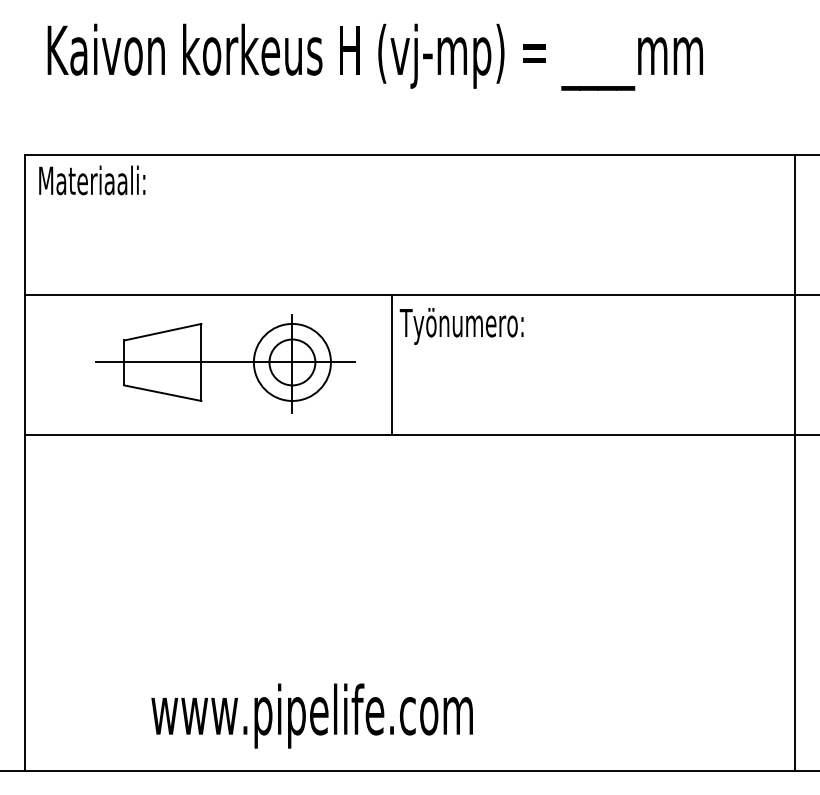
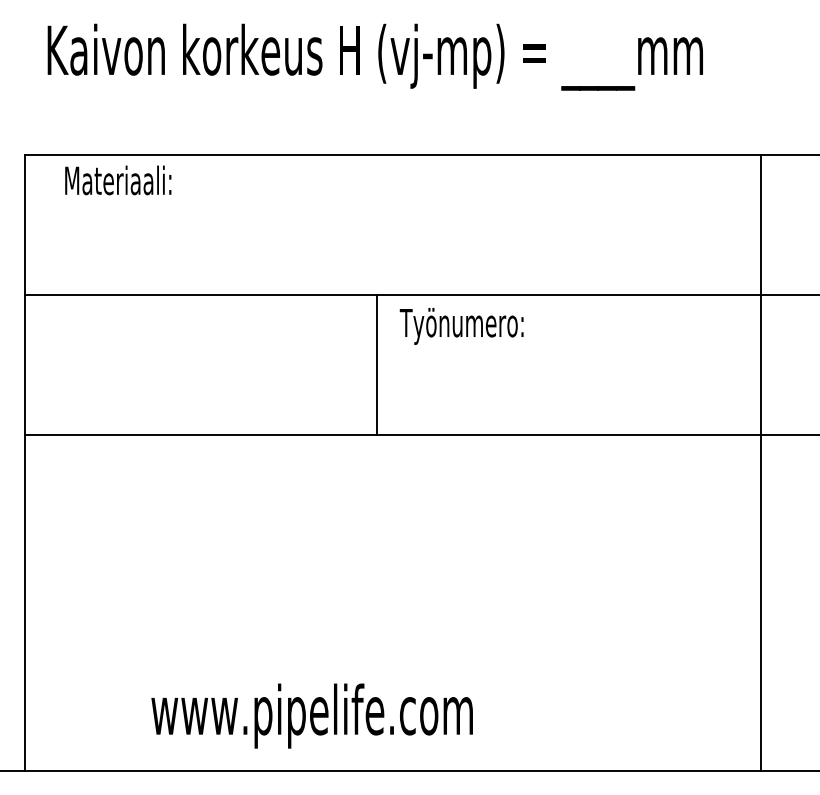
text at (92, 180) position: (92, 180) -> (118, 180)
part at (225, 363): present -> none
line at (392, 364) position: (392, 364) -> (377, 364)
line at (795, 462) position: (795, 462) -> (761, 462)
